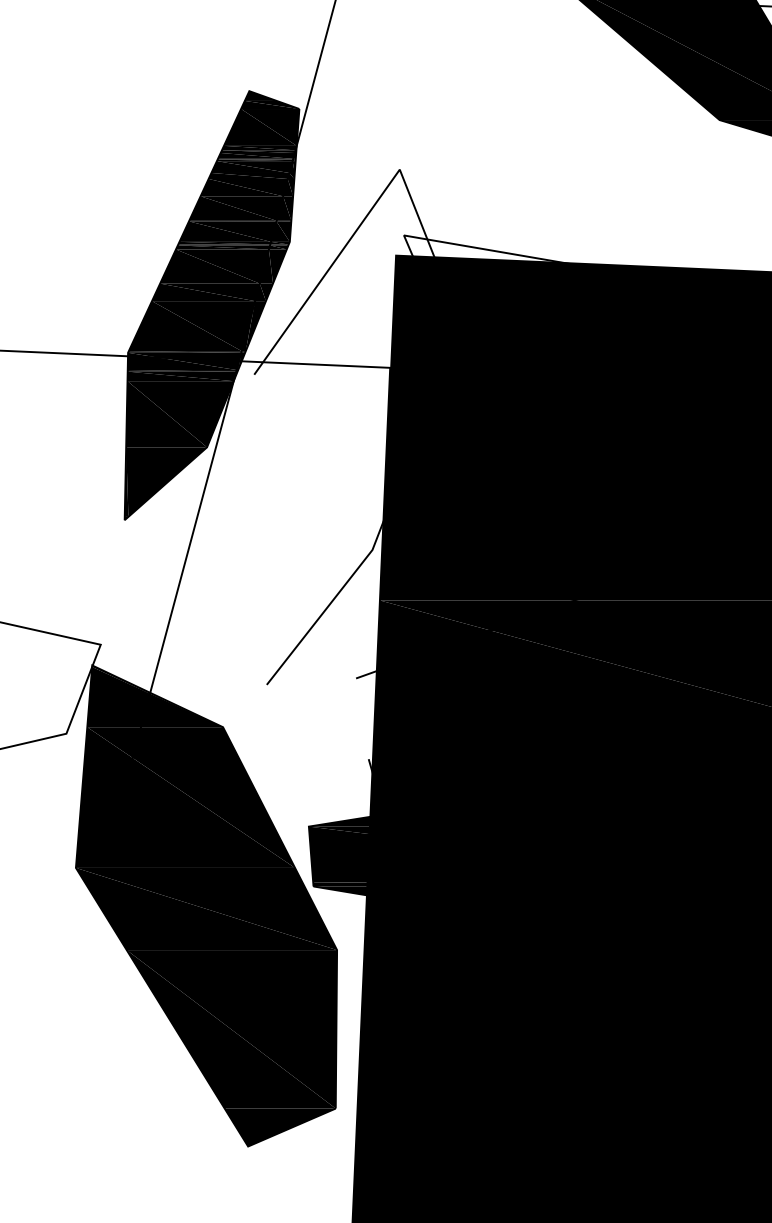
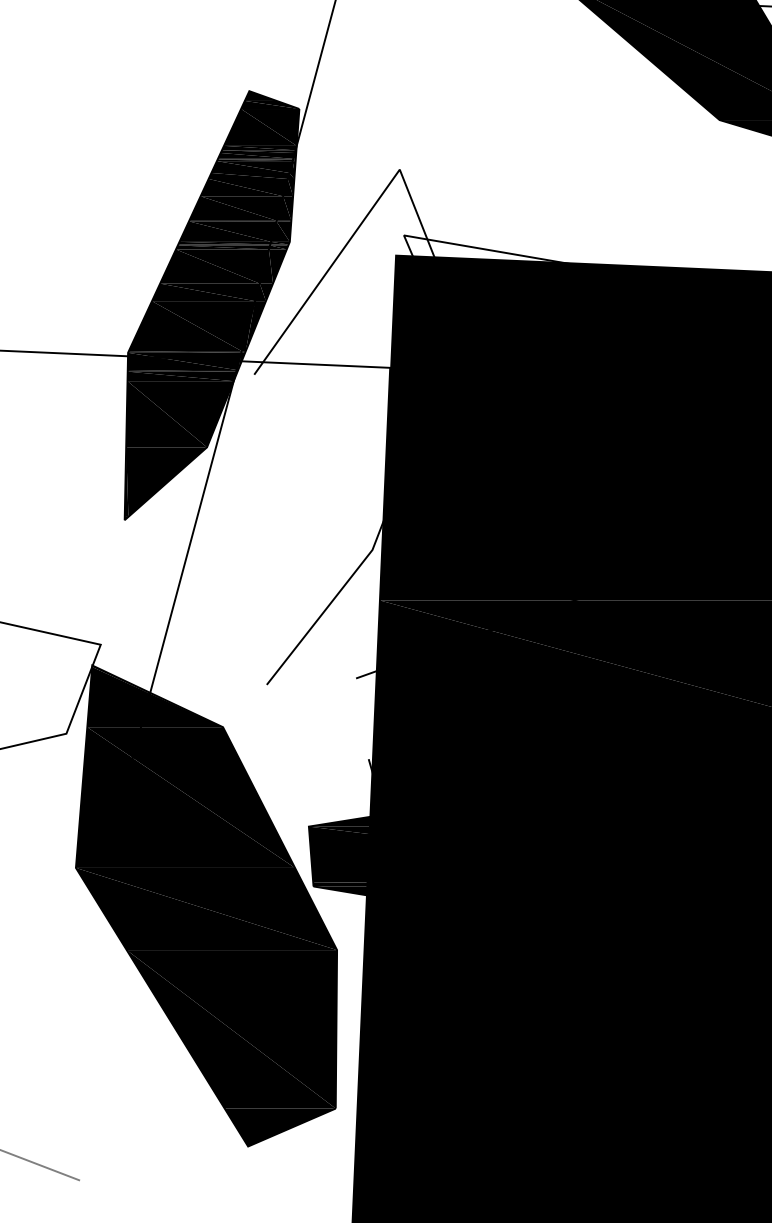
line at (40, 1165): none -> present
